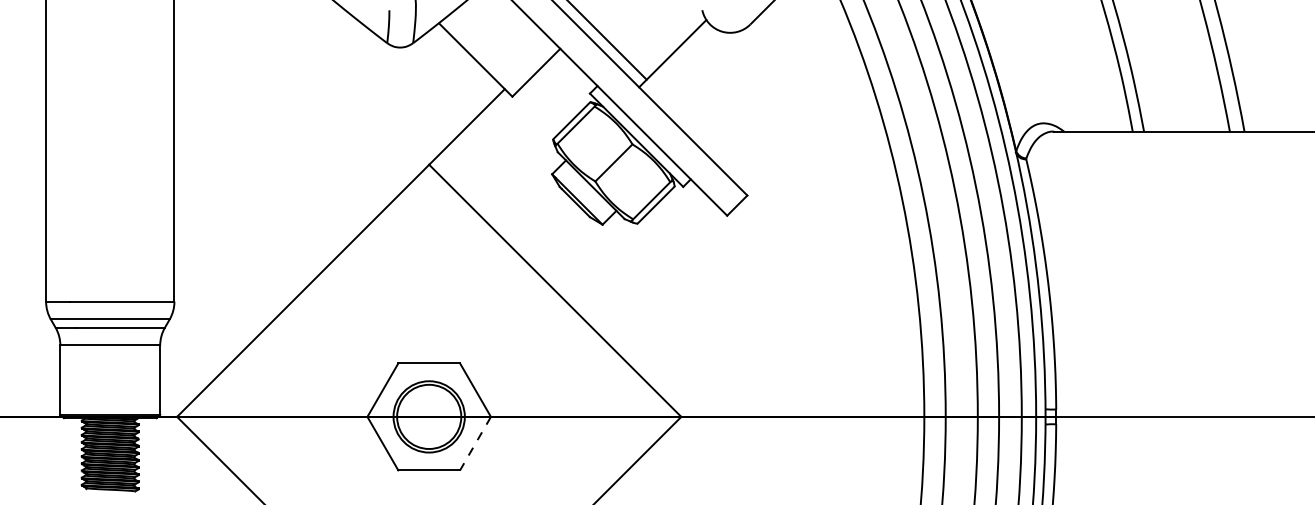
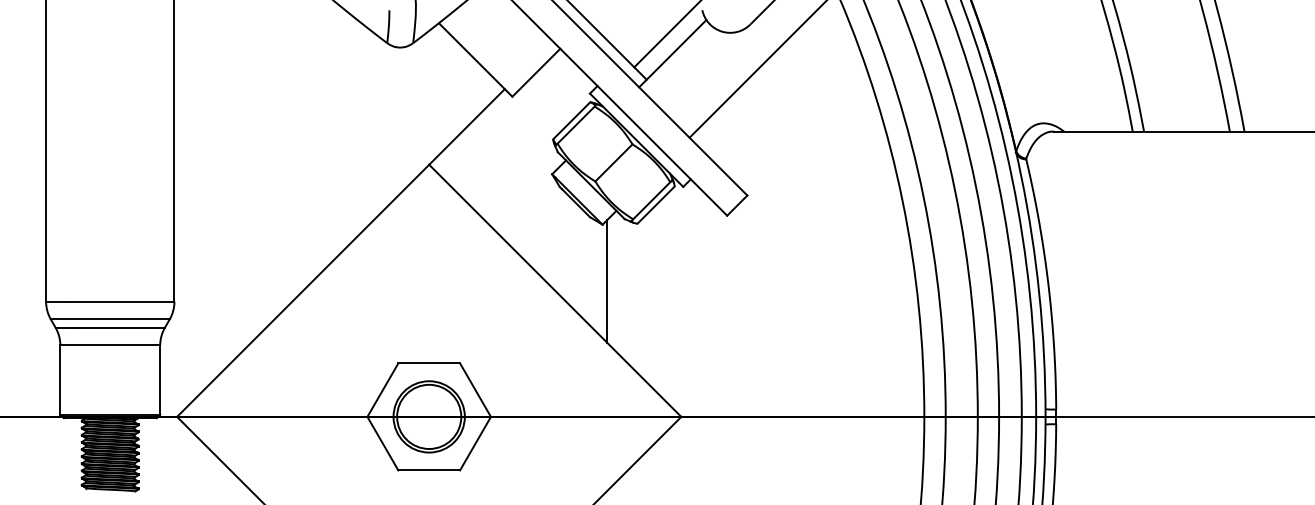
line at (666, 34): none -> present
line at (756, 69): none -> present
line at (607, 281): none -> present
line at (475, 443): dashed -> solid
